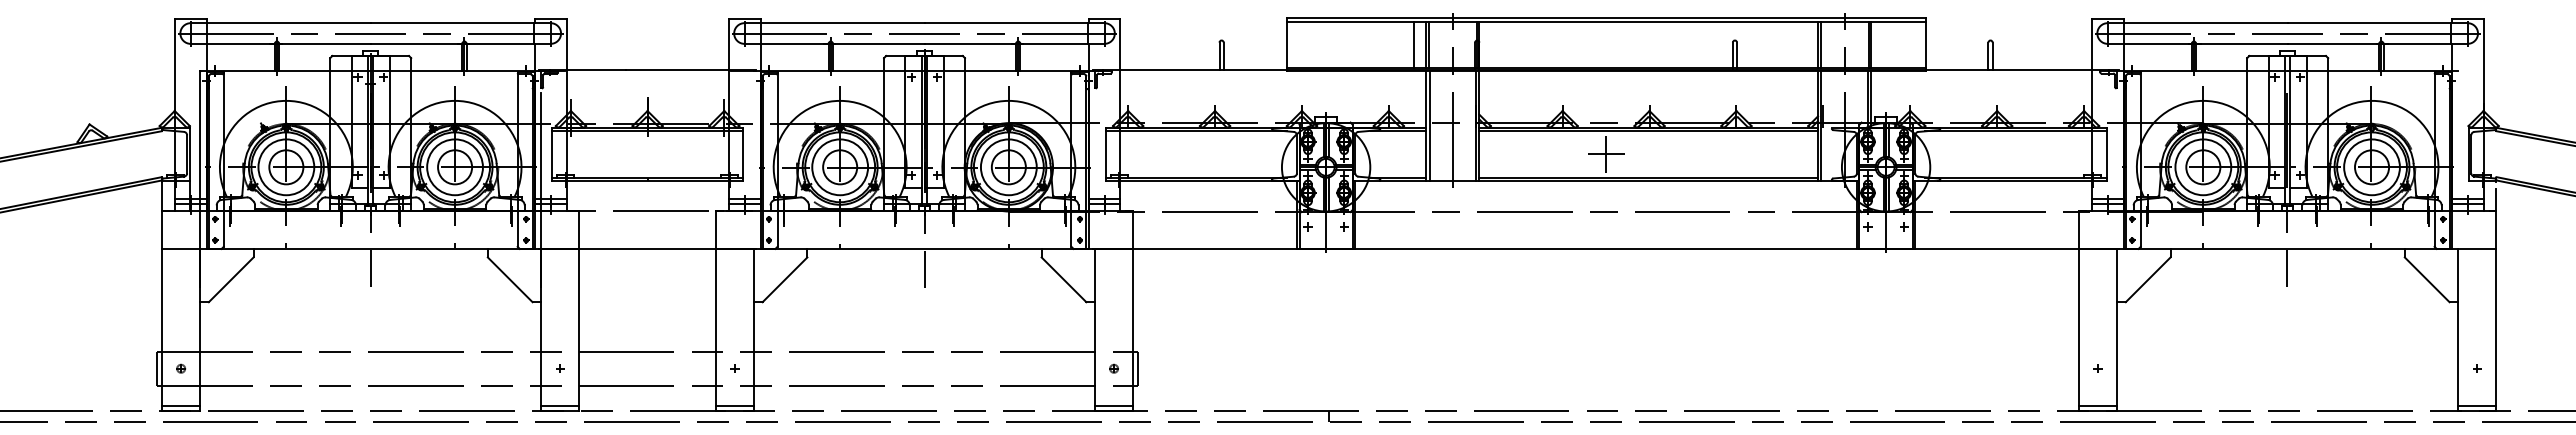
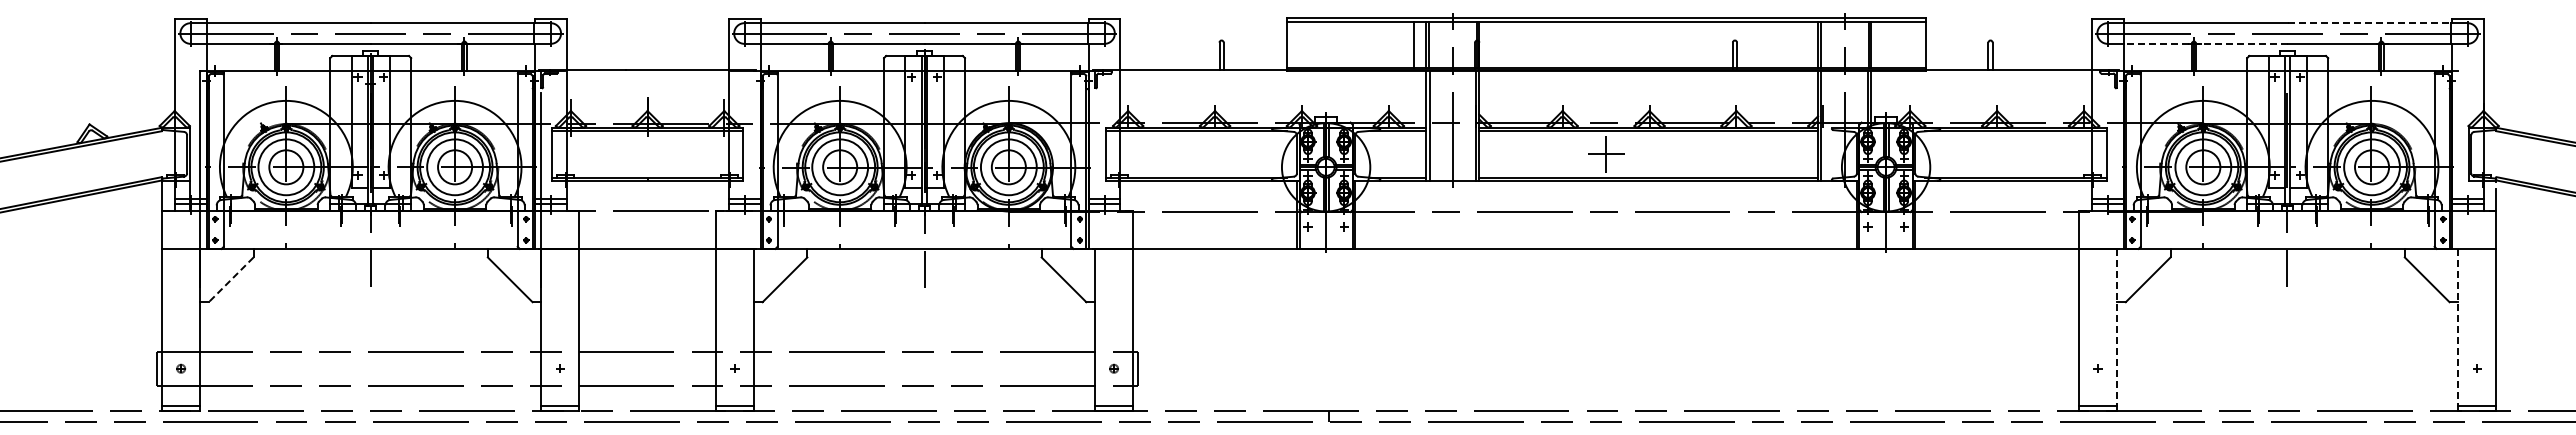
line at (2369, 23): solid -> dashed
line at (2205, 43): solid -> dashed
line at (231, 279): solid -> dashed
line at (2117, 330): solid -> dashed
line at (2458, 330): solid -> dashed
